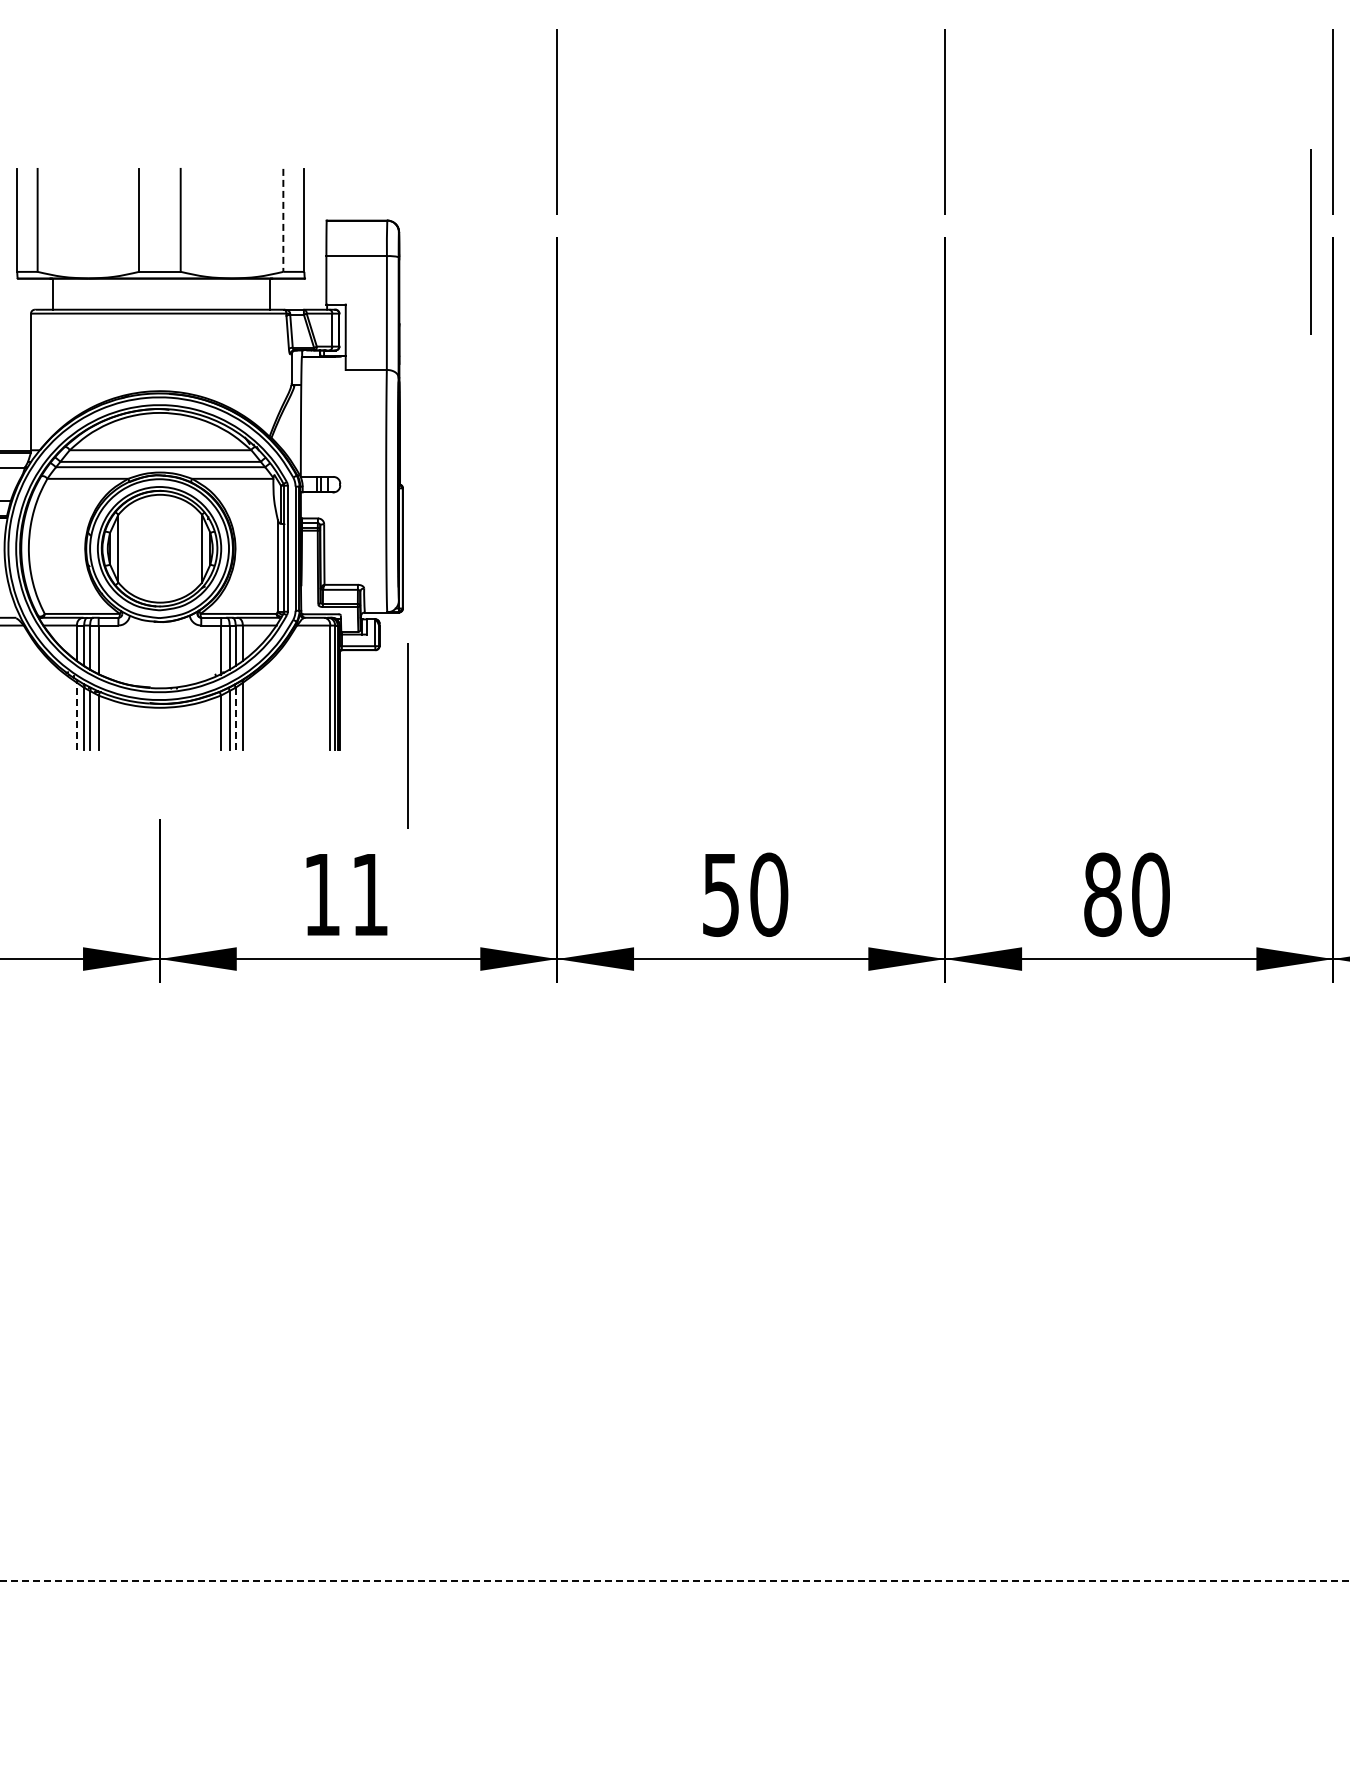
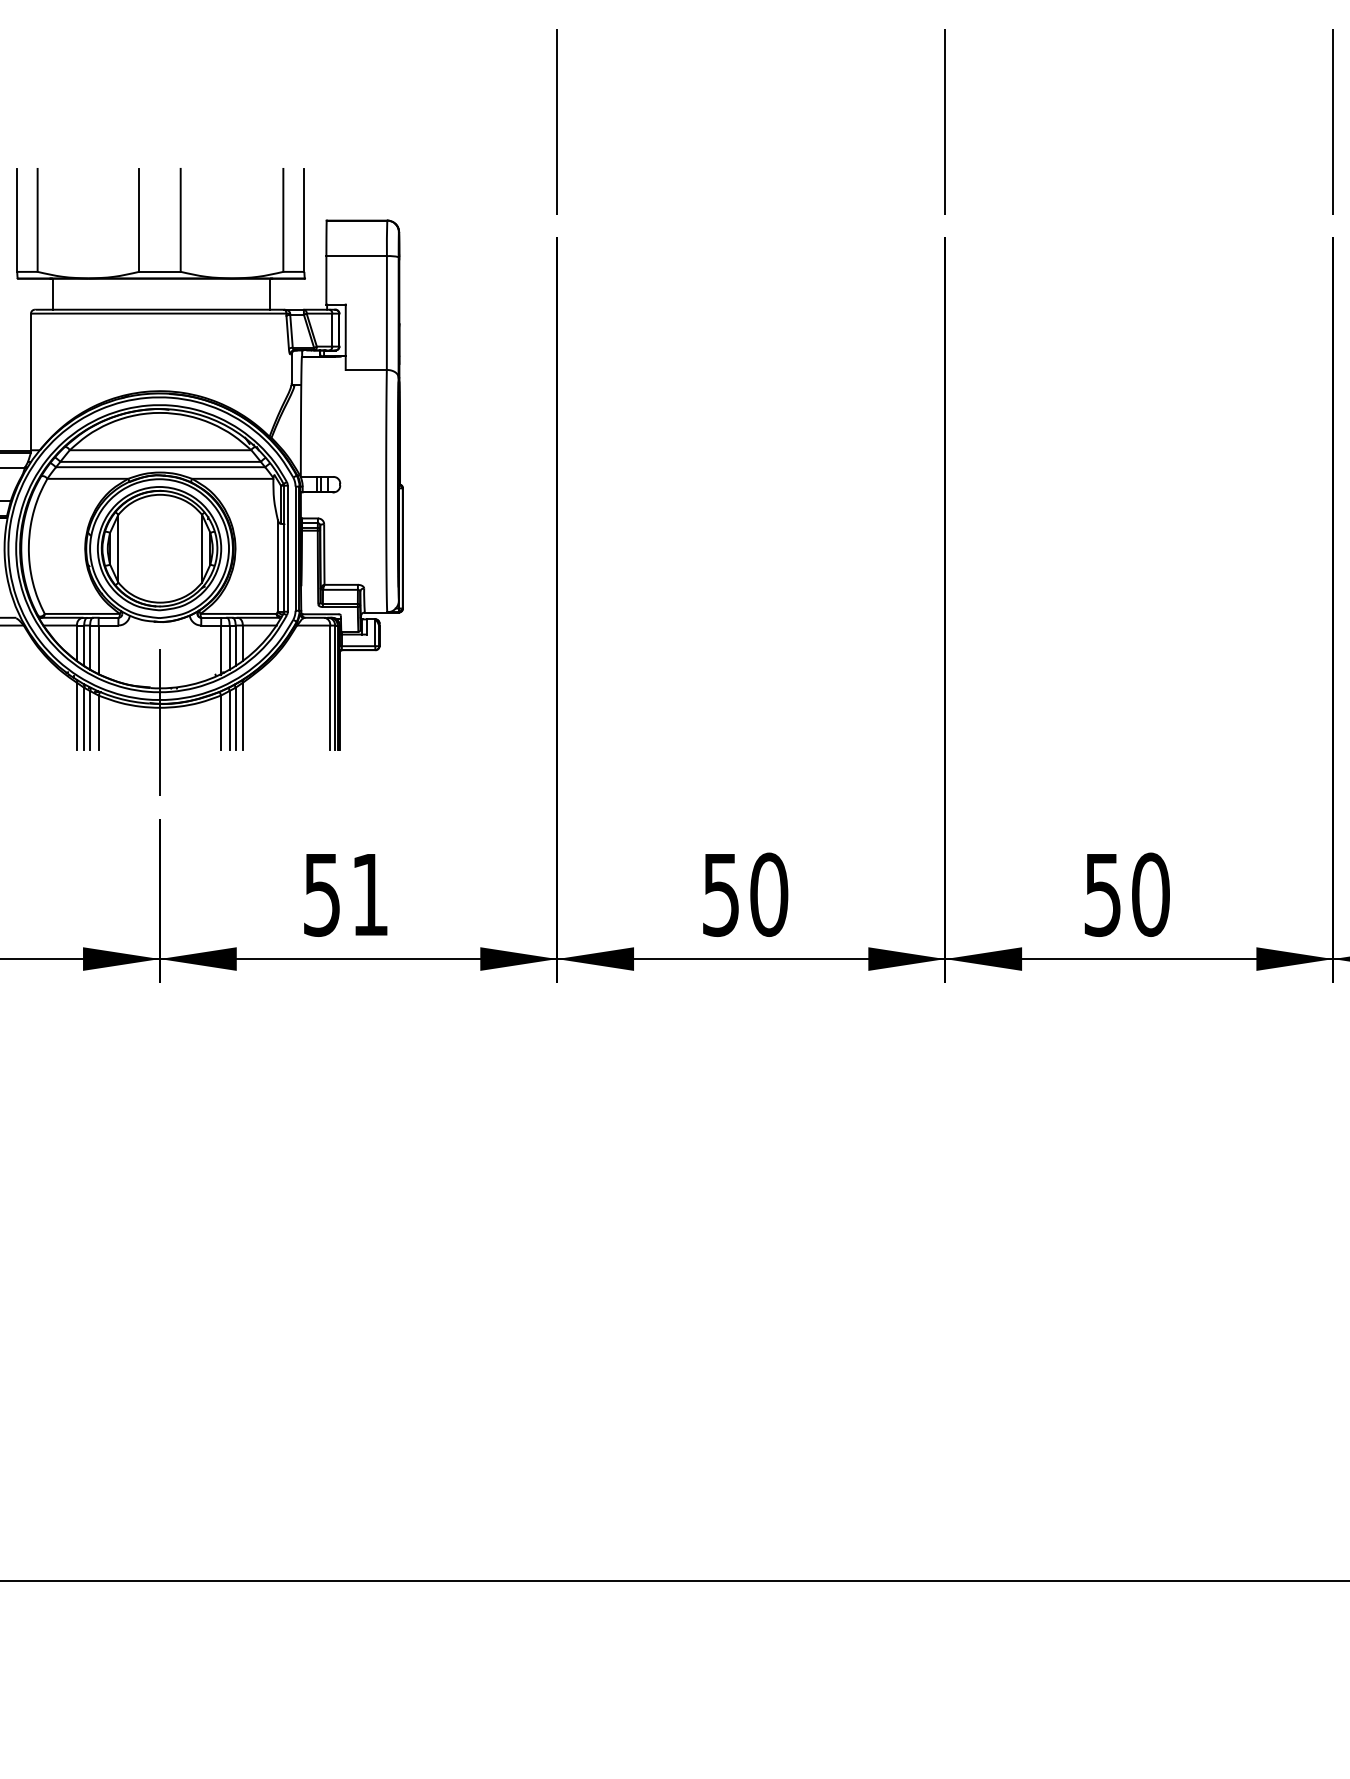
line at (283, 220): dashed -> solid
line at (1310, 241): present -> none
line at (77, 715): dashed -> solid
line at (235, 718): dashed -> solid
line at (159, 722): none -> present
line at (407, 735): present -> none
text at (1102, 894): 80 -> 50
text at (321, 895): 11 -> 51
line at (674, 1581): dashed -> solid
